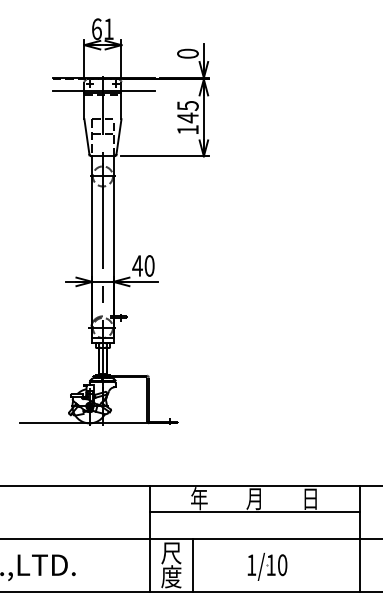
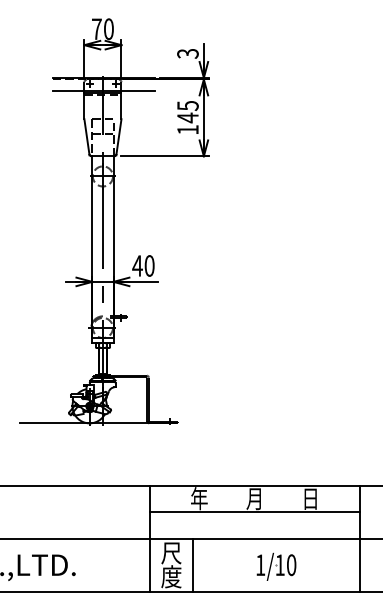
text at (102, 29): 61 -> 70
text at (187, 53): 0 -> 3
part at (267, 566) position: (267, 566) -> (276, 566)
